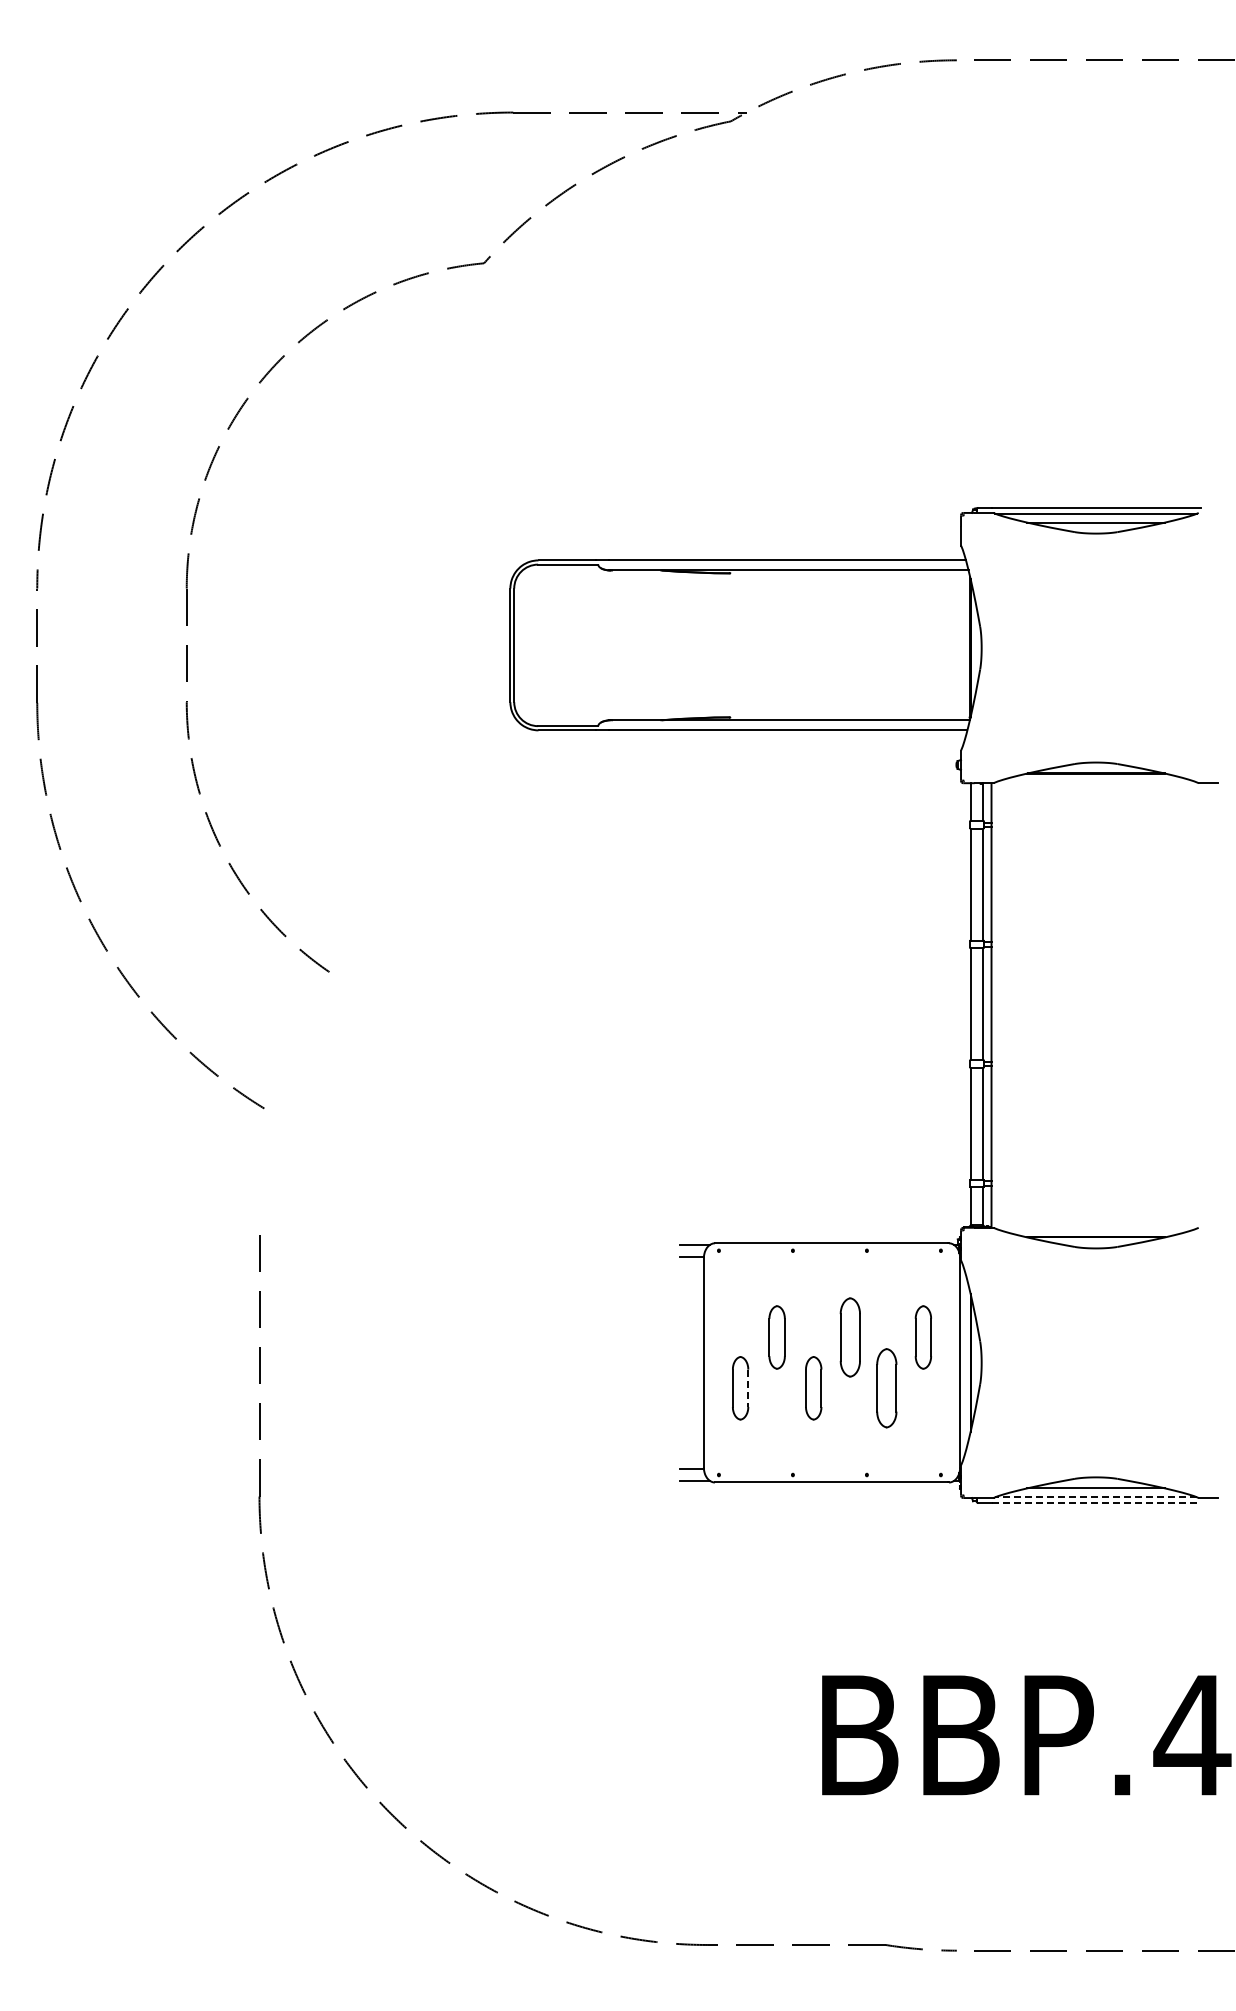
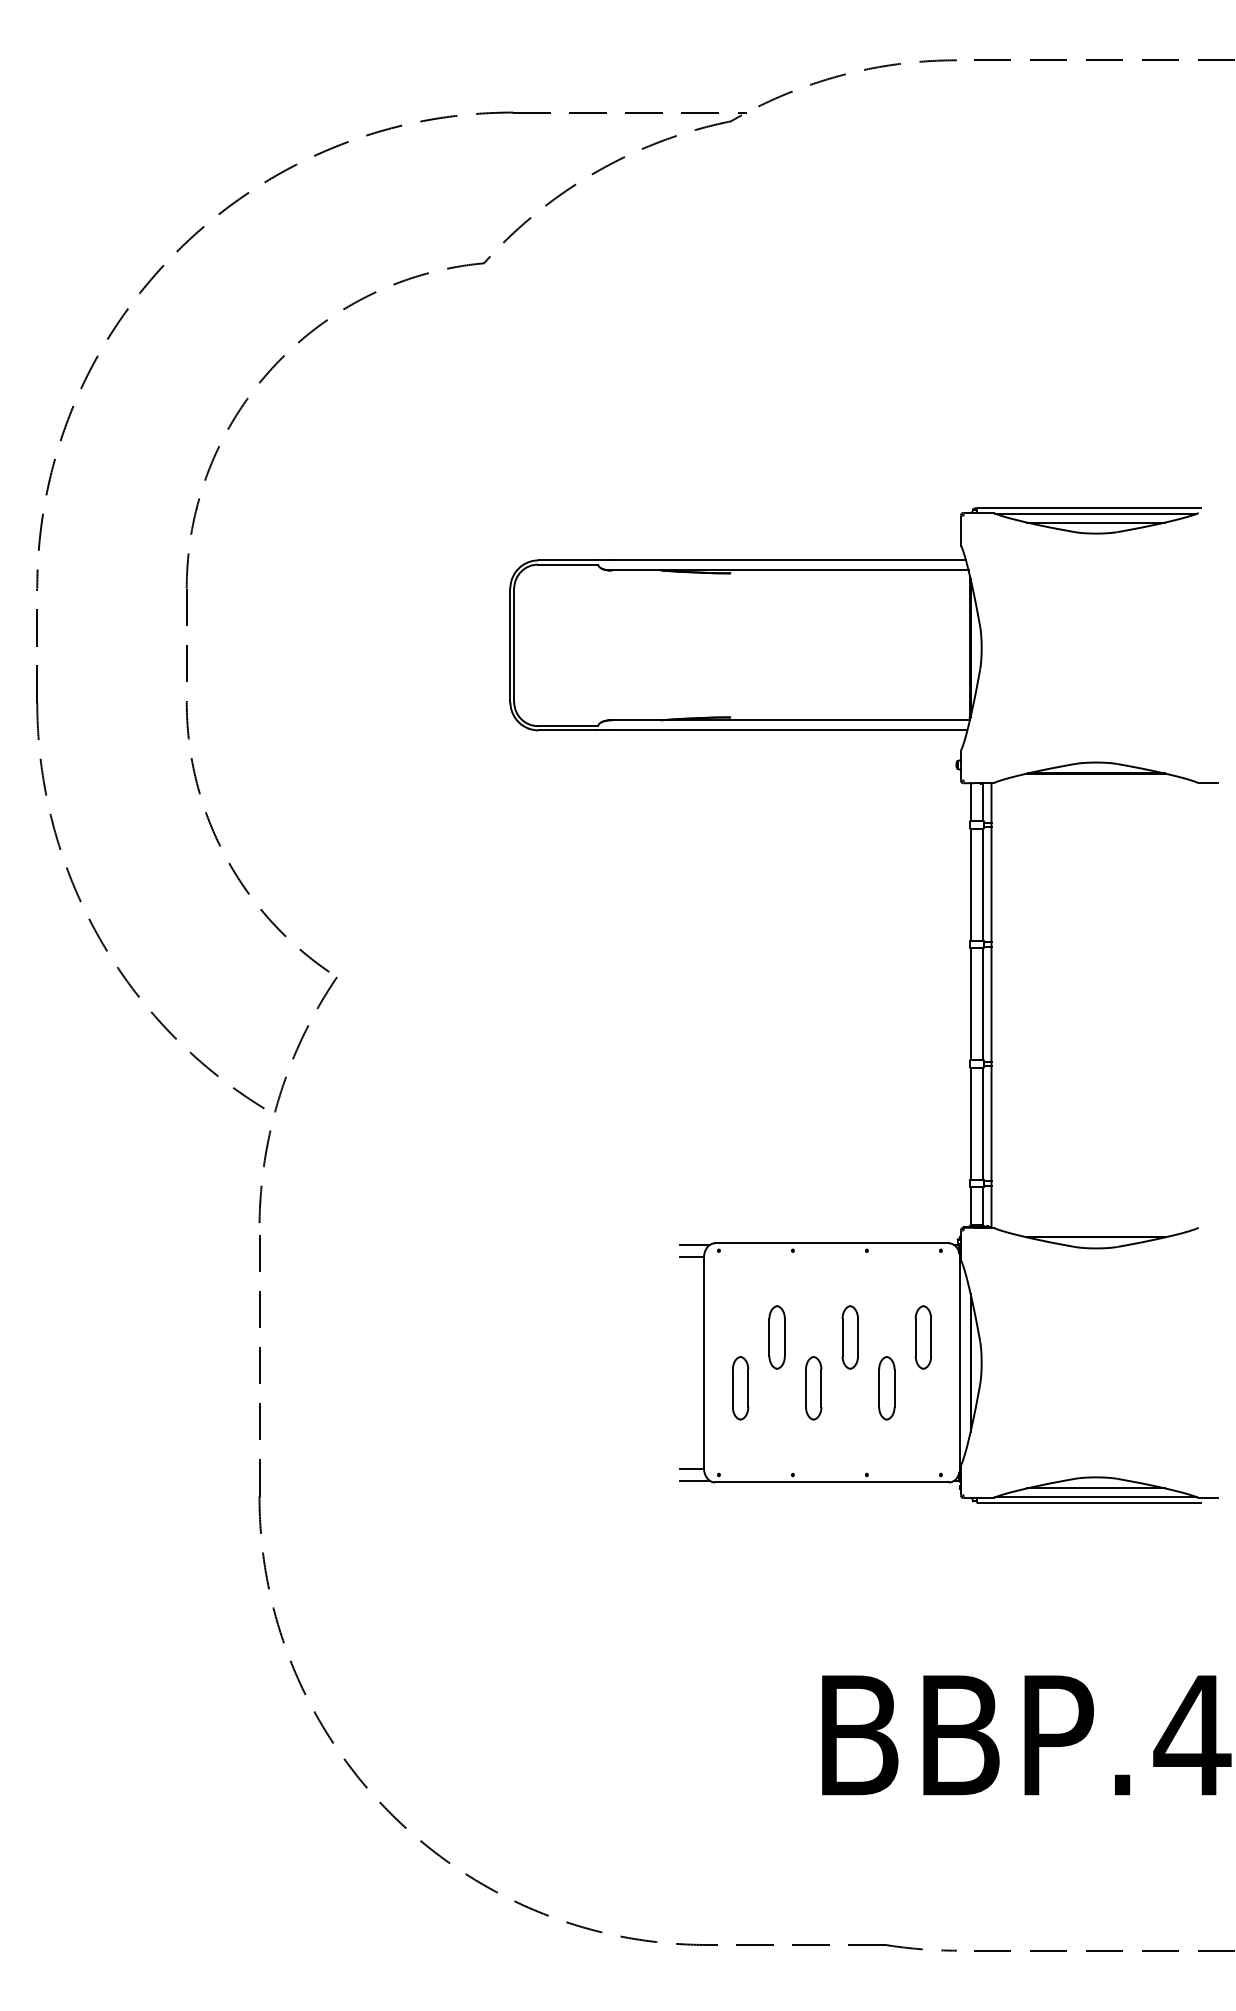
arc at (281, 1094): none -> present
part at (849, 1337) size: 22x81 px -> 18x65 px
line at (748, 1388): dashed -> solid
part at (886, 1388) size: 22x81 px -> 18x65 px
line at (1095, 1497): dashed -> solid
line at (1096, 1503): dashed -> solid
